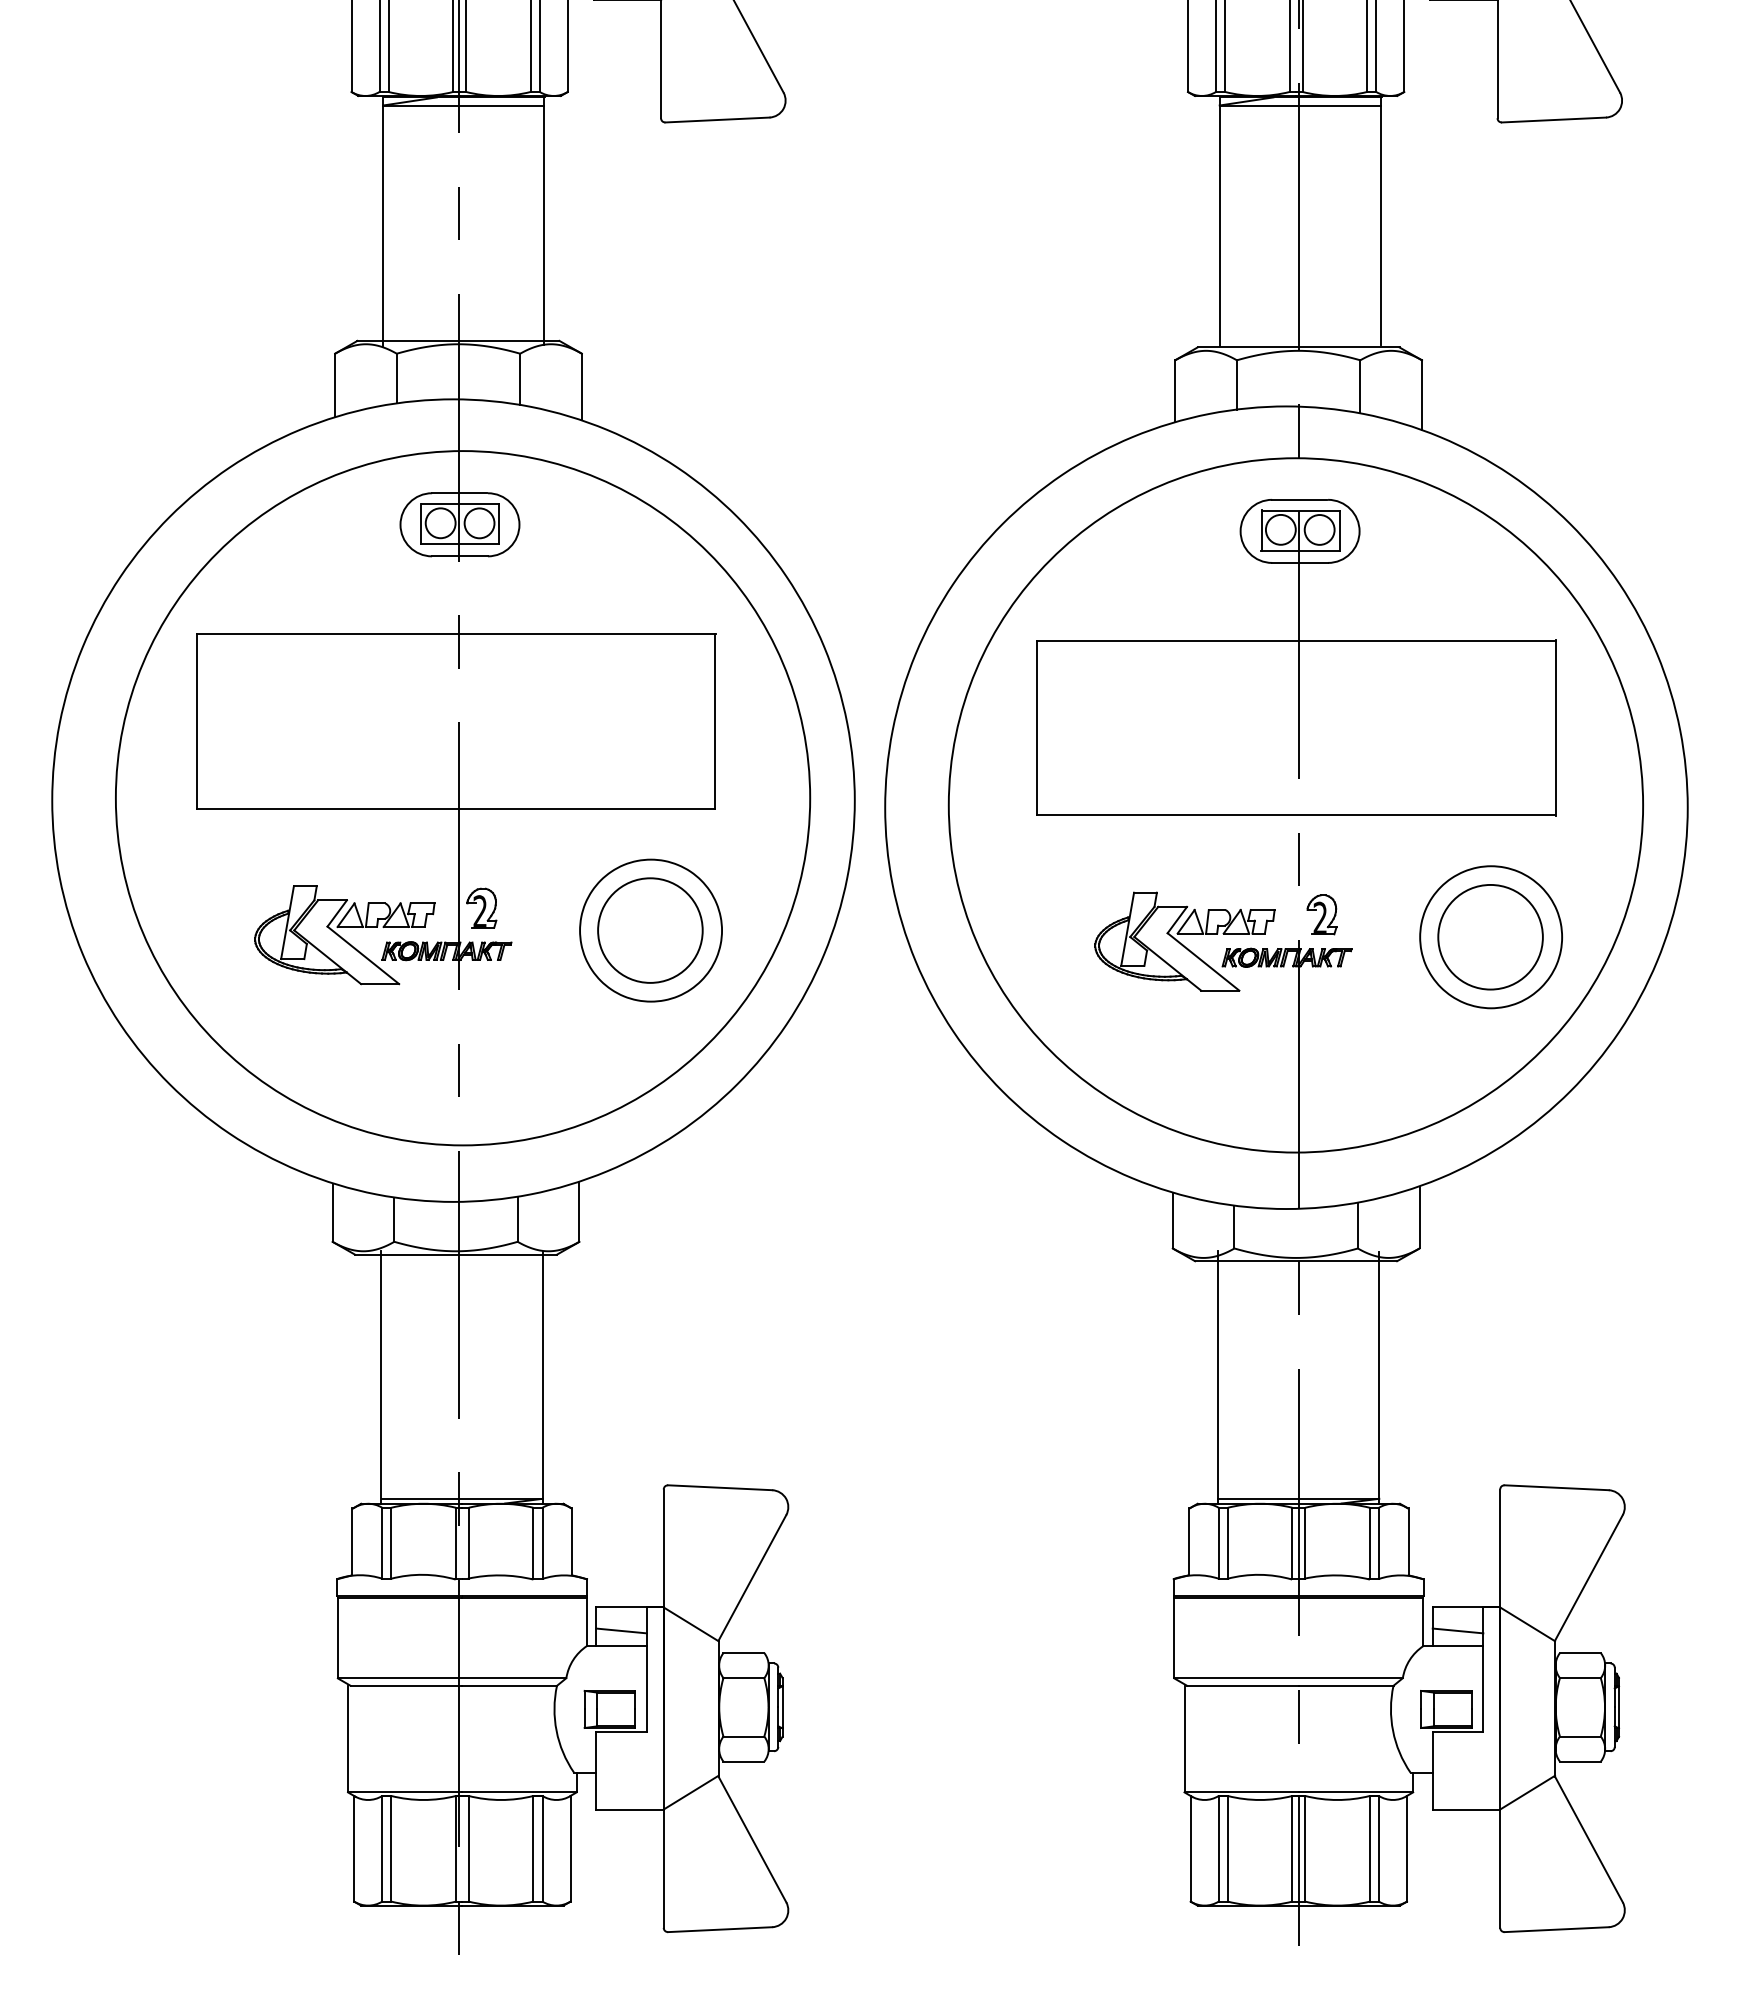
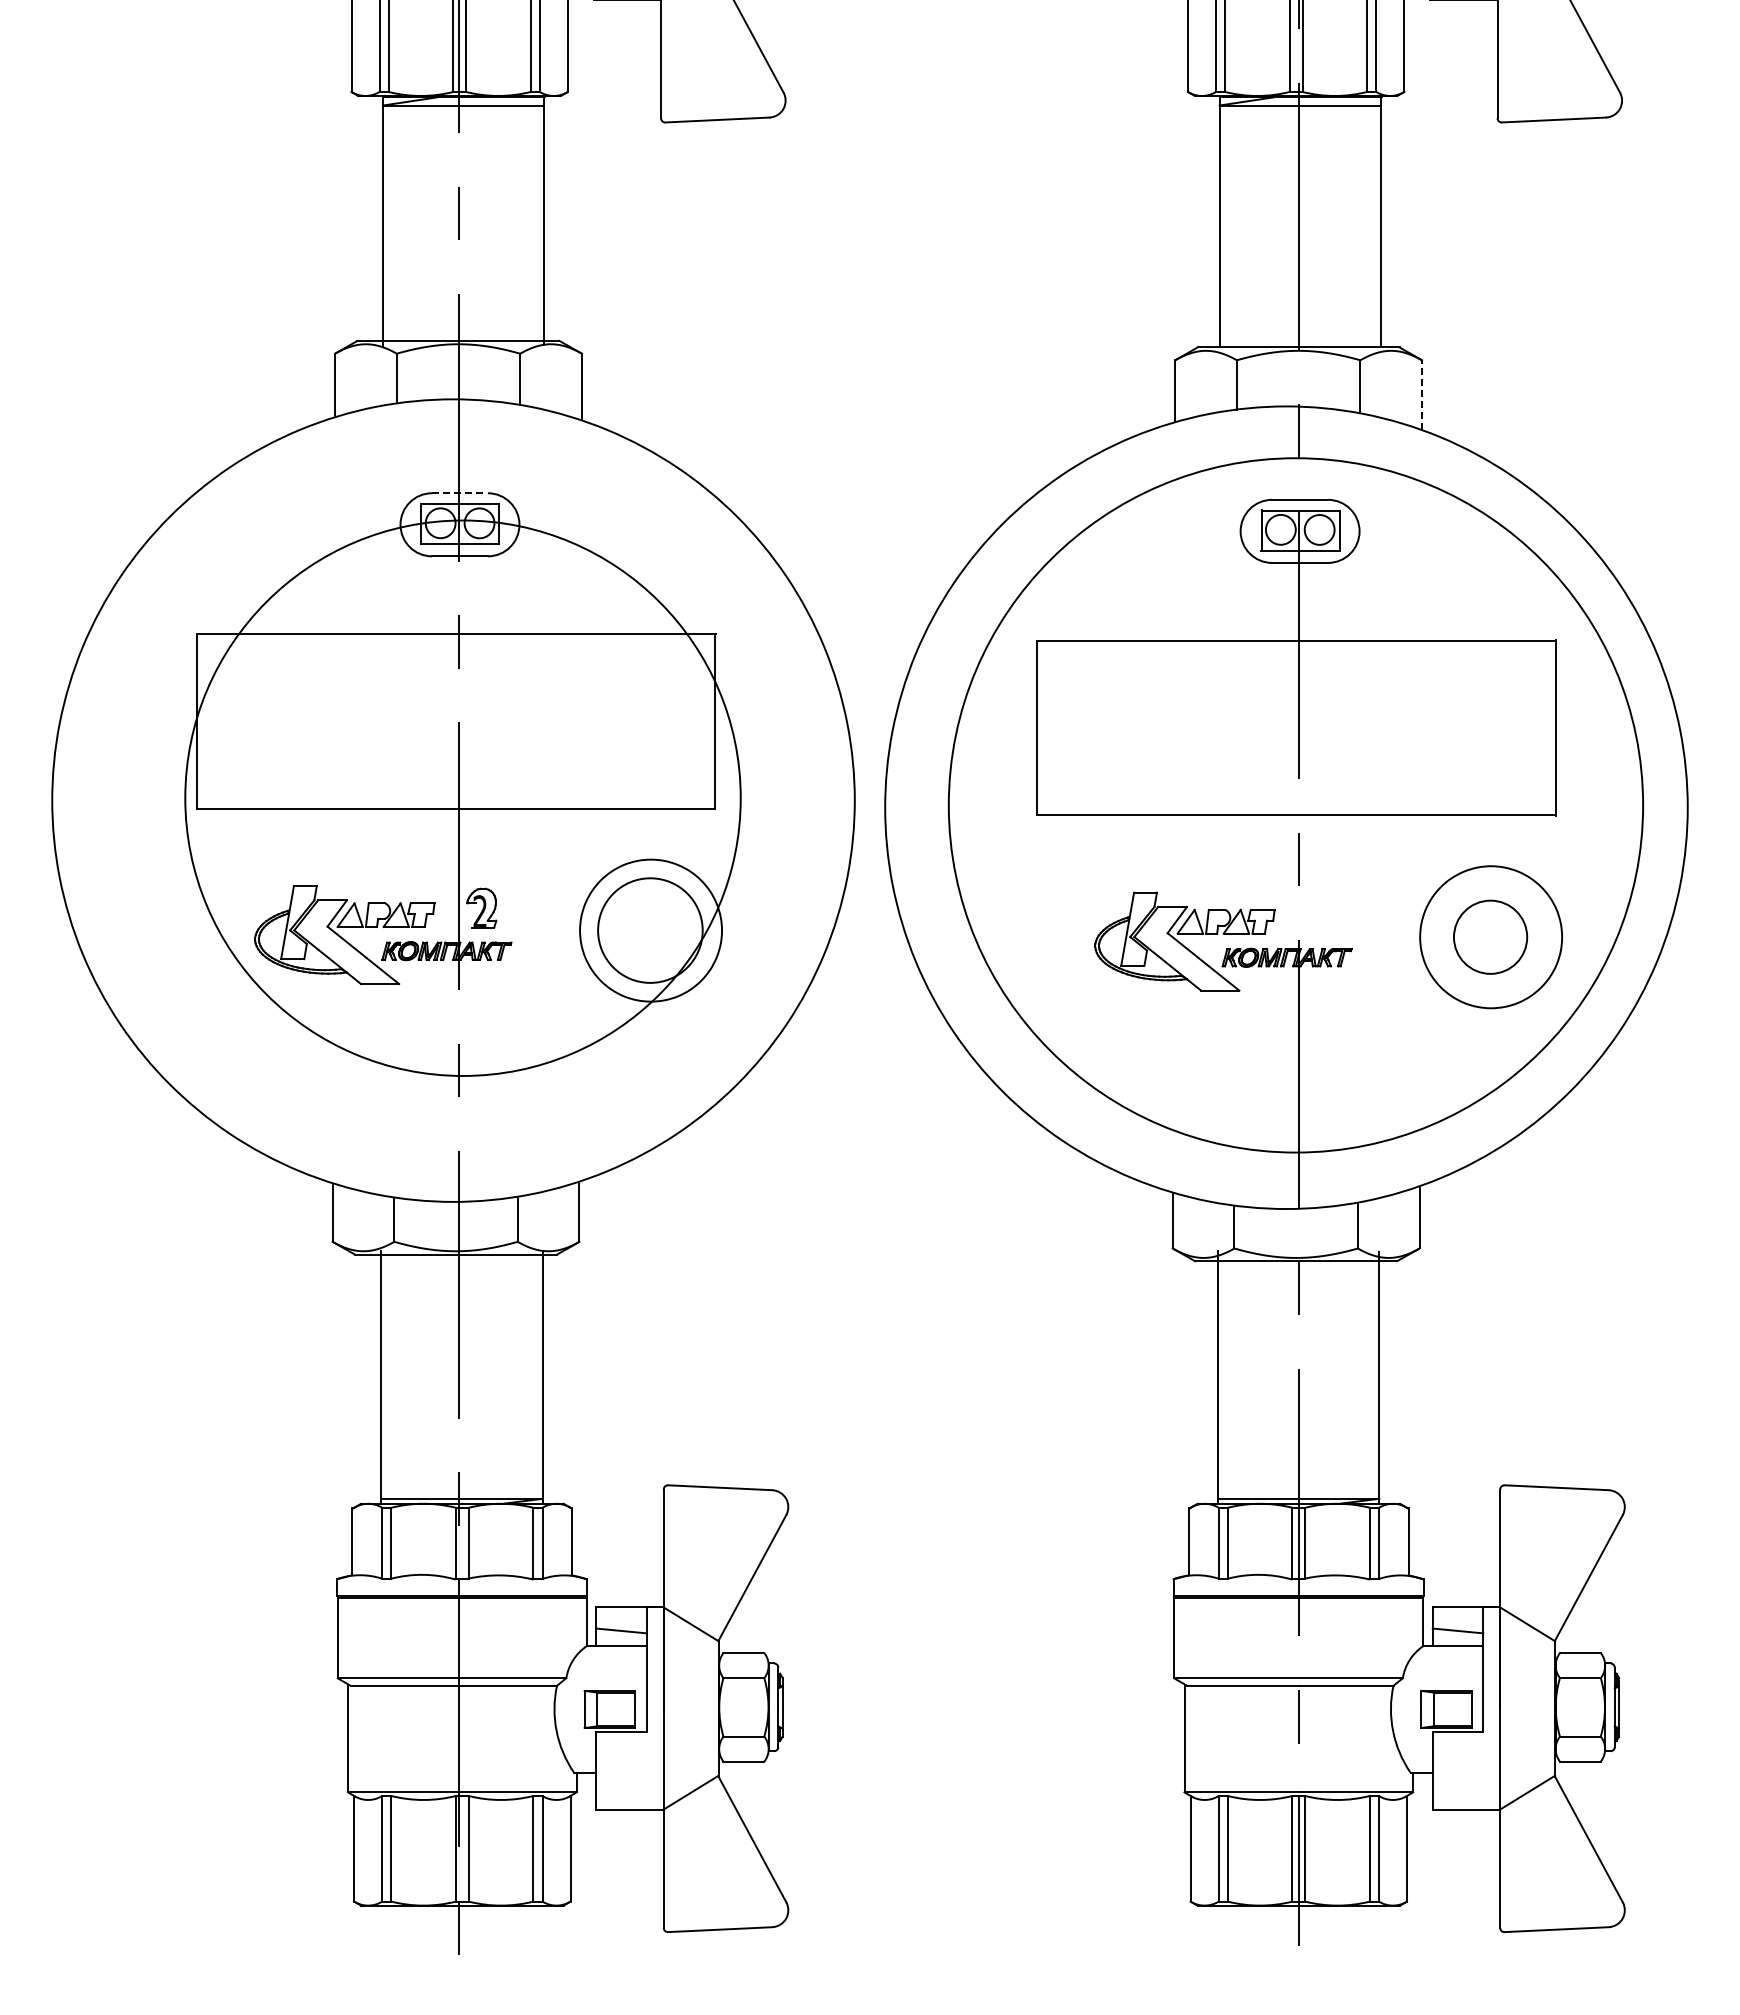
line at (1422, 395): solid -> dashed
line at (459, 493): solid -> dashed
circle at (462, 798) diameter: 694 px -> 555 px
part at (1321, 914): present -> none
circle at (1490, 936) diameter: 105 px -> 73 px
